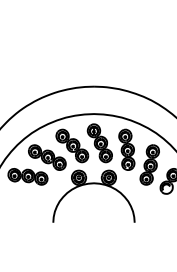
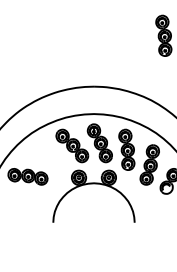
part at (163, 35): none -> present
part at (47, 157): present -> none
